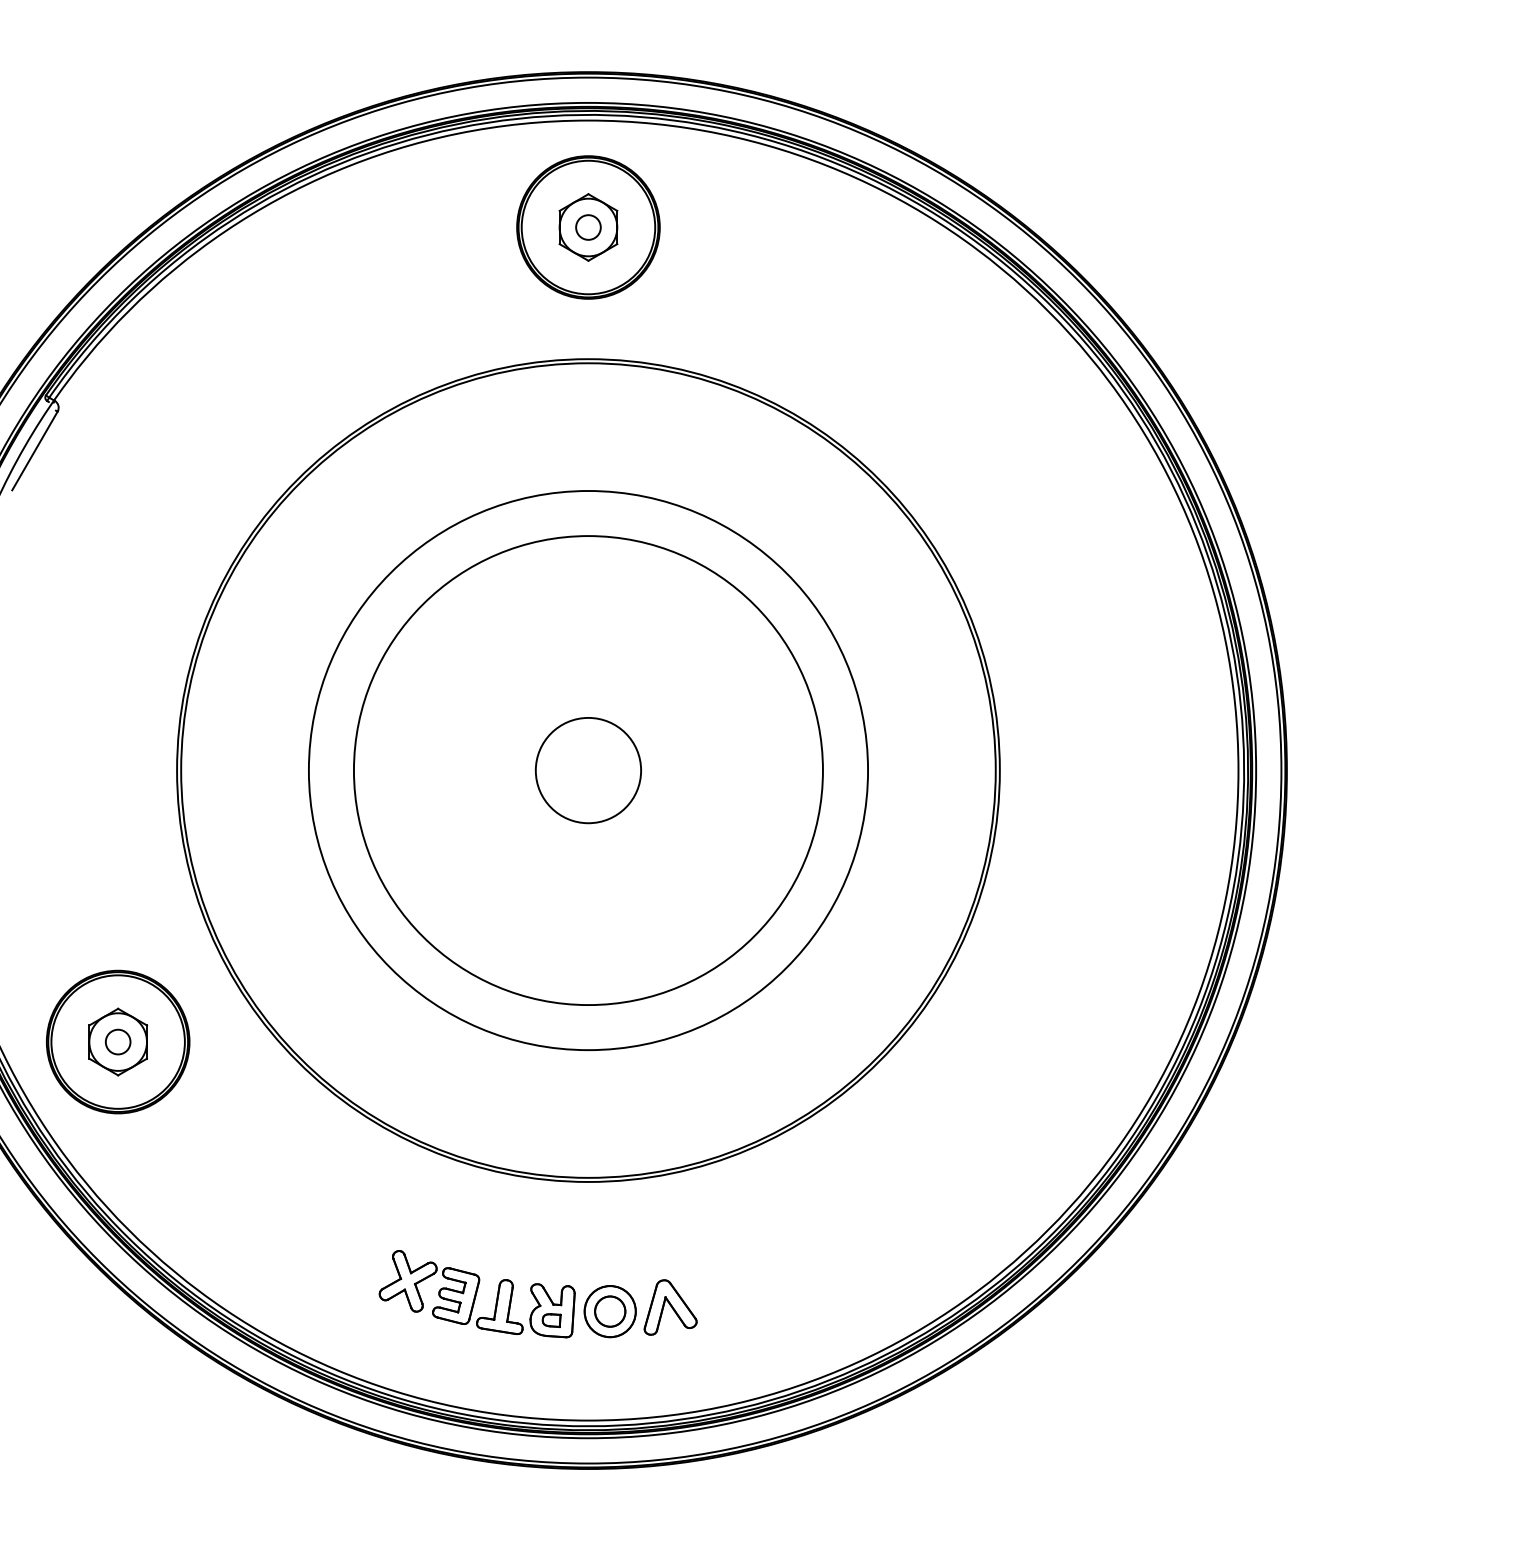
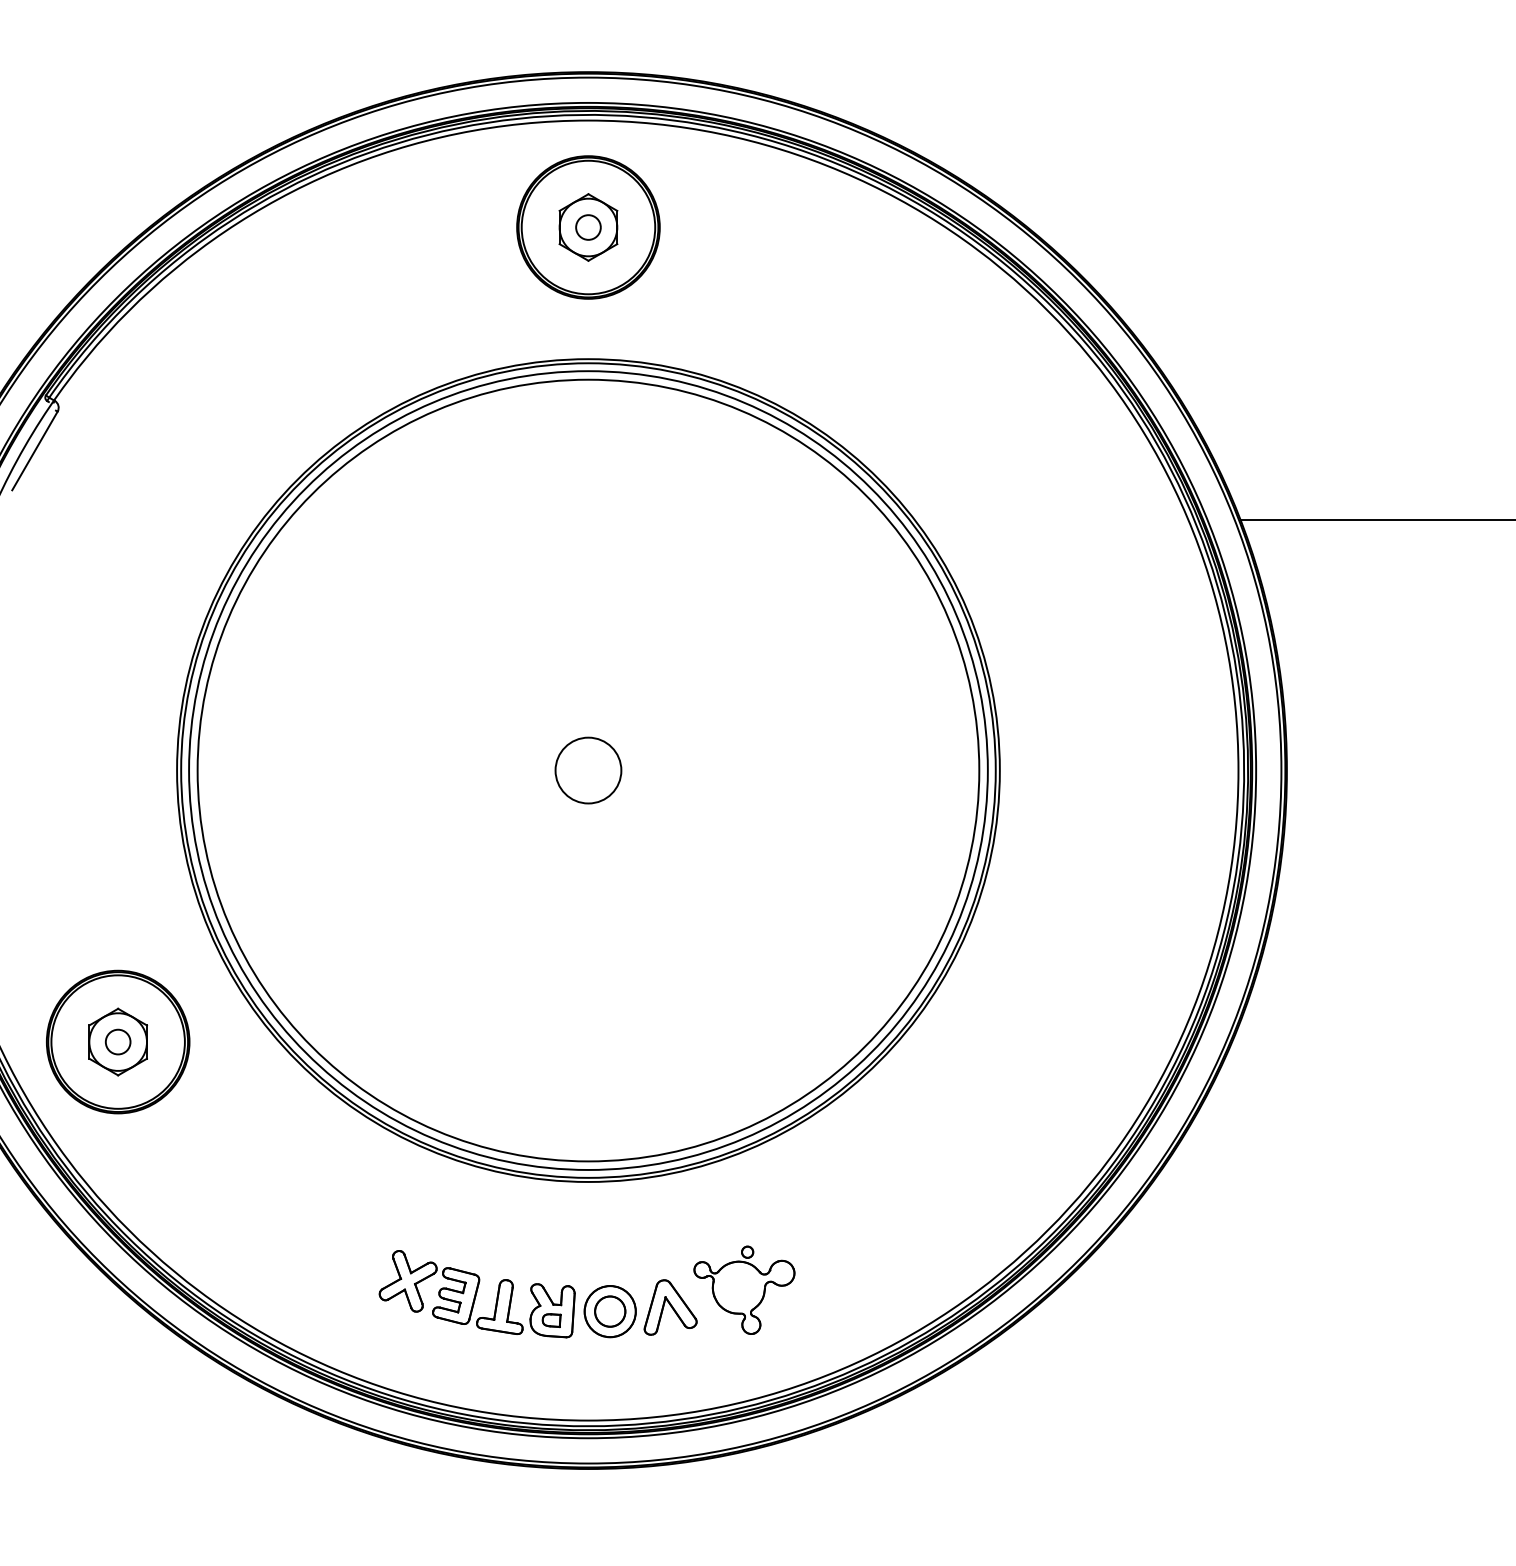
line at (1376, 520): none -> present
circle at (587, 770) diameter: 469 px -> 782 px
circle at (588, 770) diameter: 105 px -> 66 px
circle at (588, 770) diameter: 559 px -> 799 px
part at (744, 1289): none -> present
